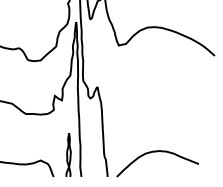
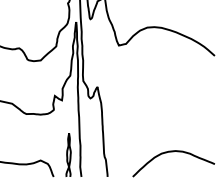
curve at (157, 152) position: (157, 152) -> (173, 152)
